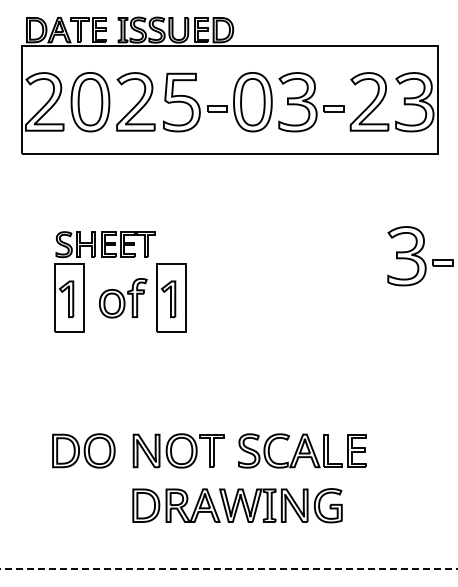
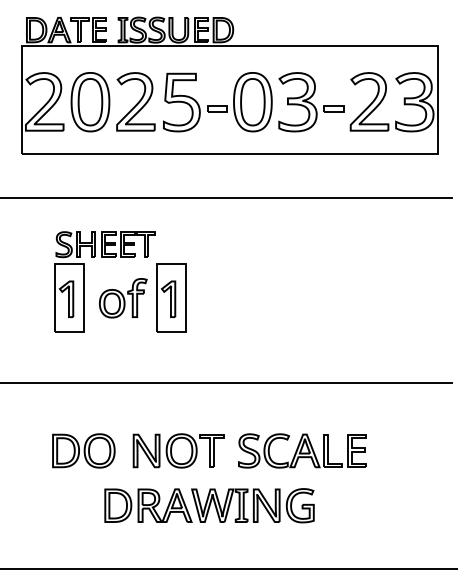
line at (227, 197): none -> present
part at (420, 256): present -> none
line at (227, 383): none -> present
part at (237, 505) position: (237, 505) -> (209, 505)
line at (229, 569): dashed -> solid
